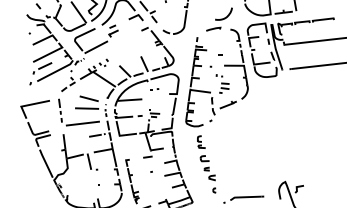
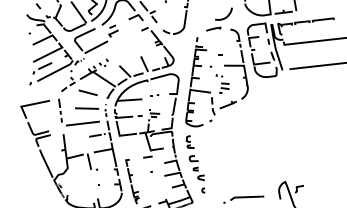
part at (154, 89) position: (154, 89) -> (154, 95)
line at (88, 98) position: (88, 98) -> (87, 92)
part at (206, 164) position: (206, 164) -> (195, 164)
